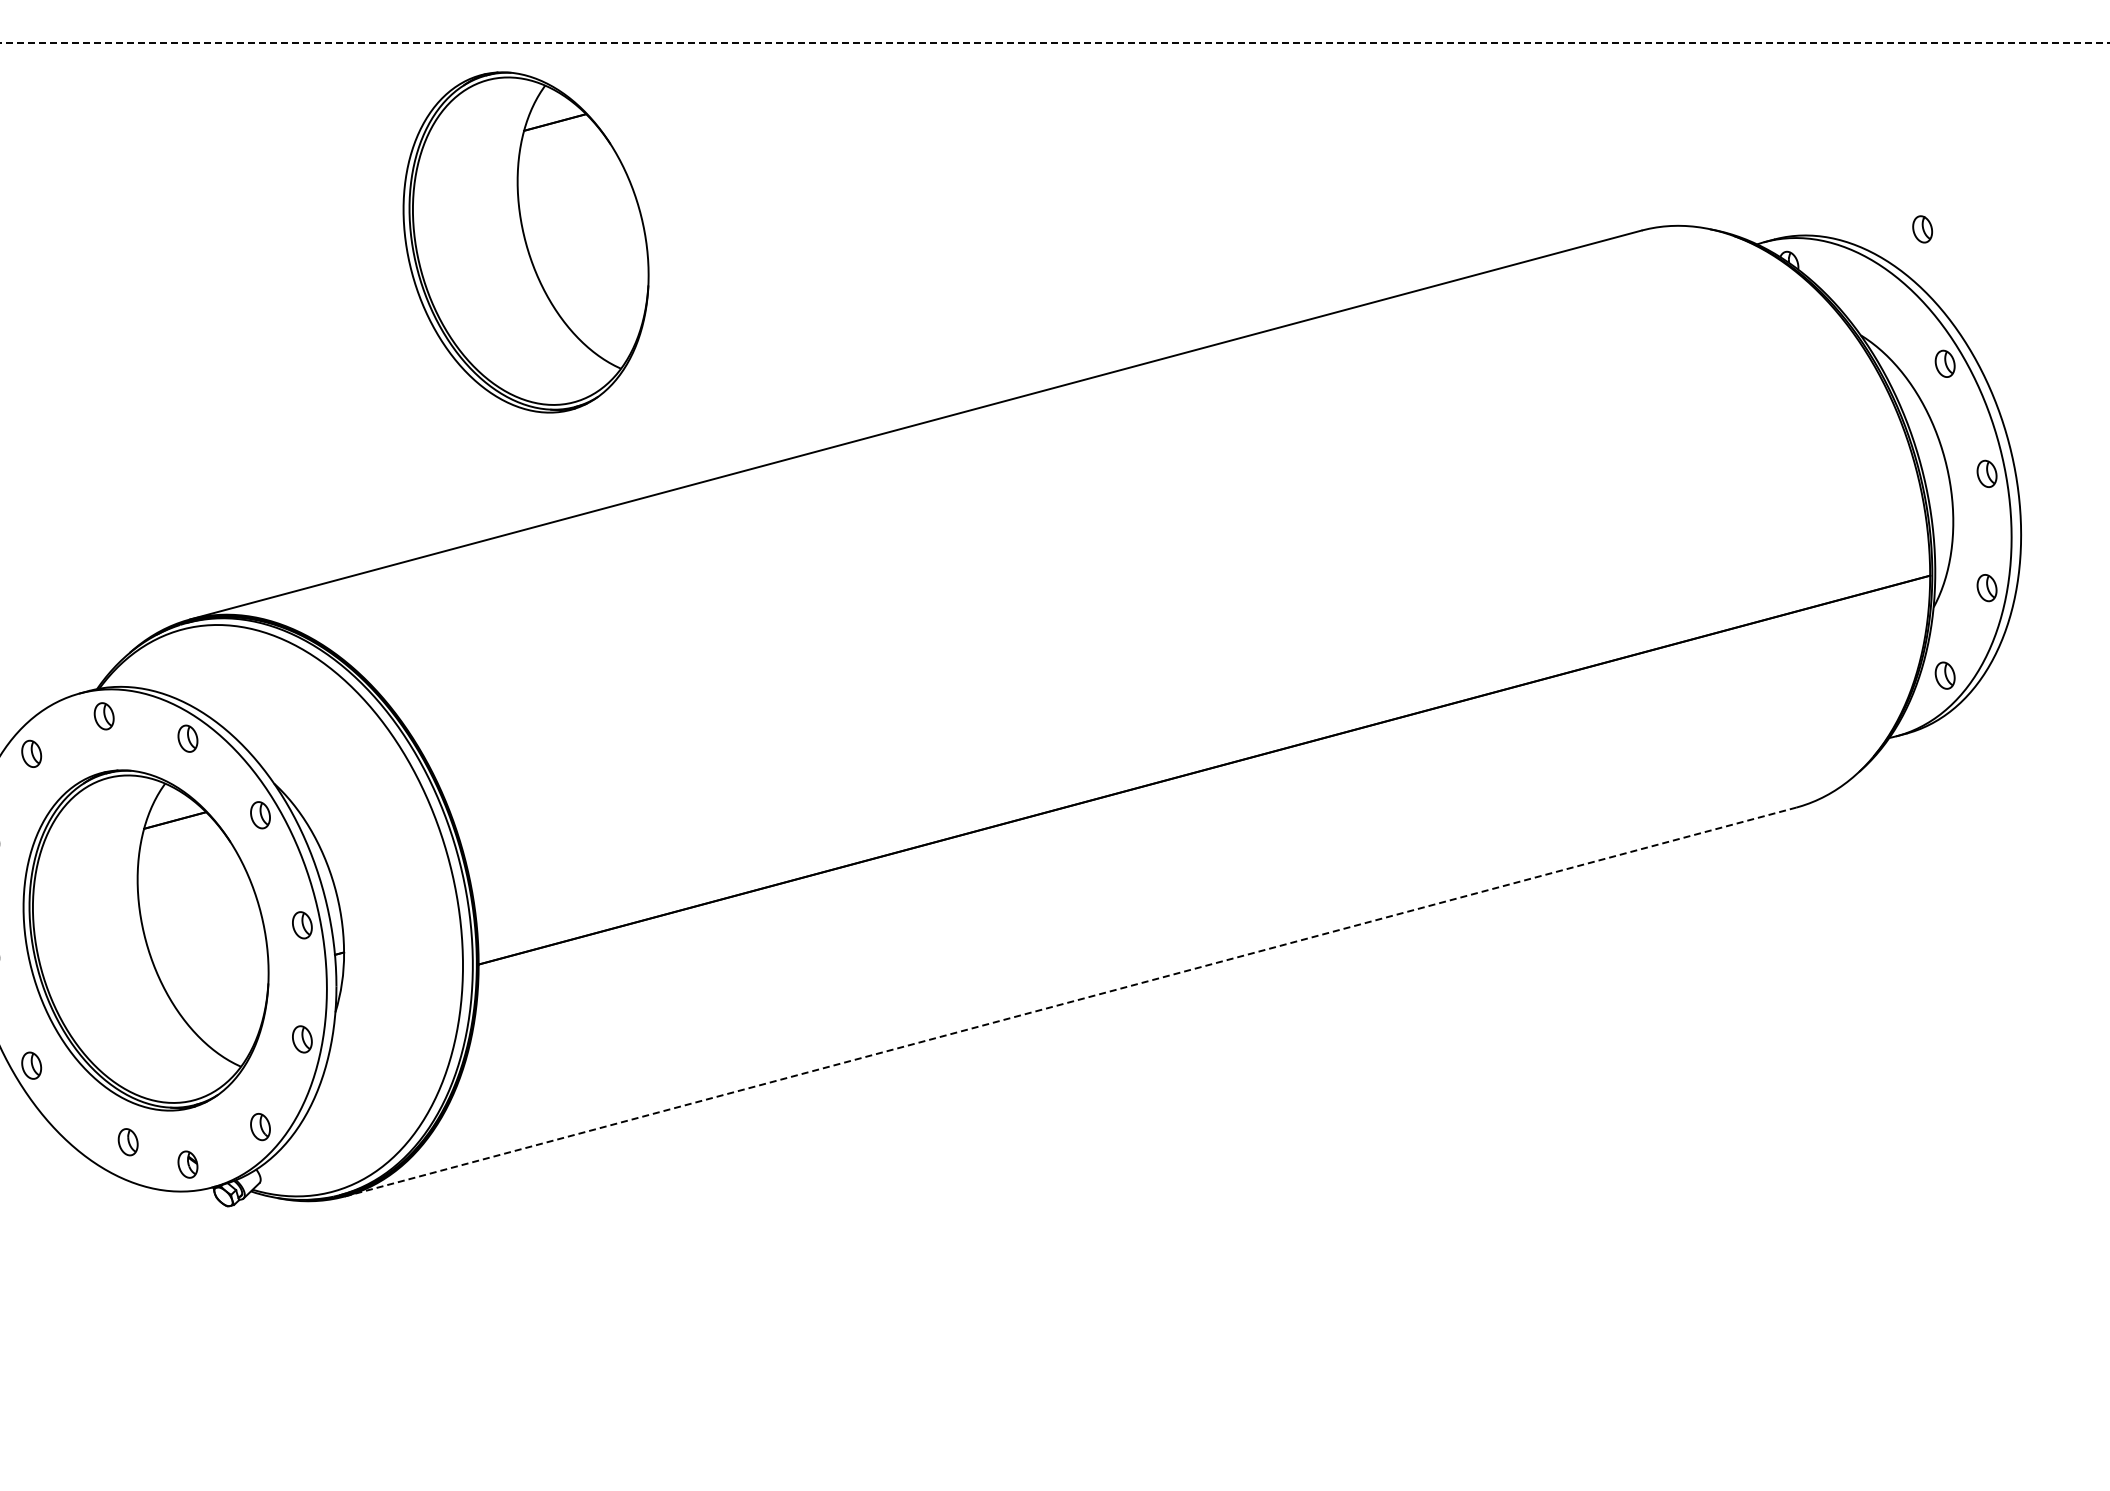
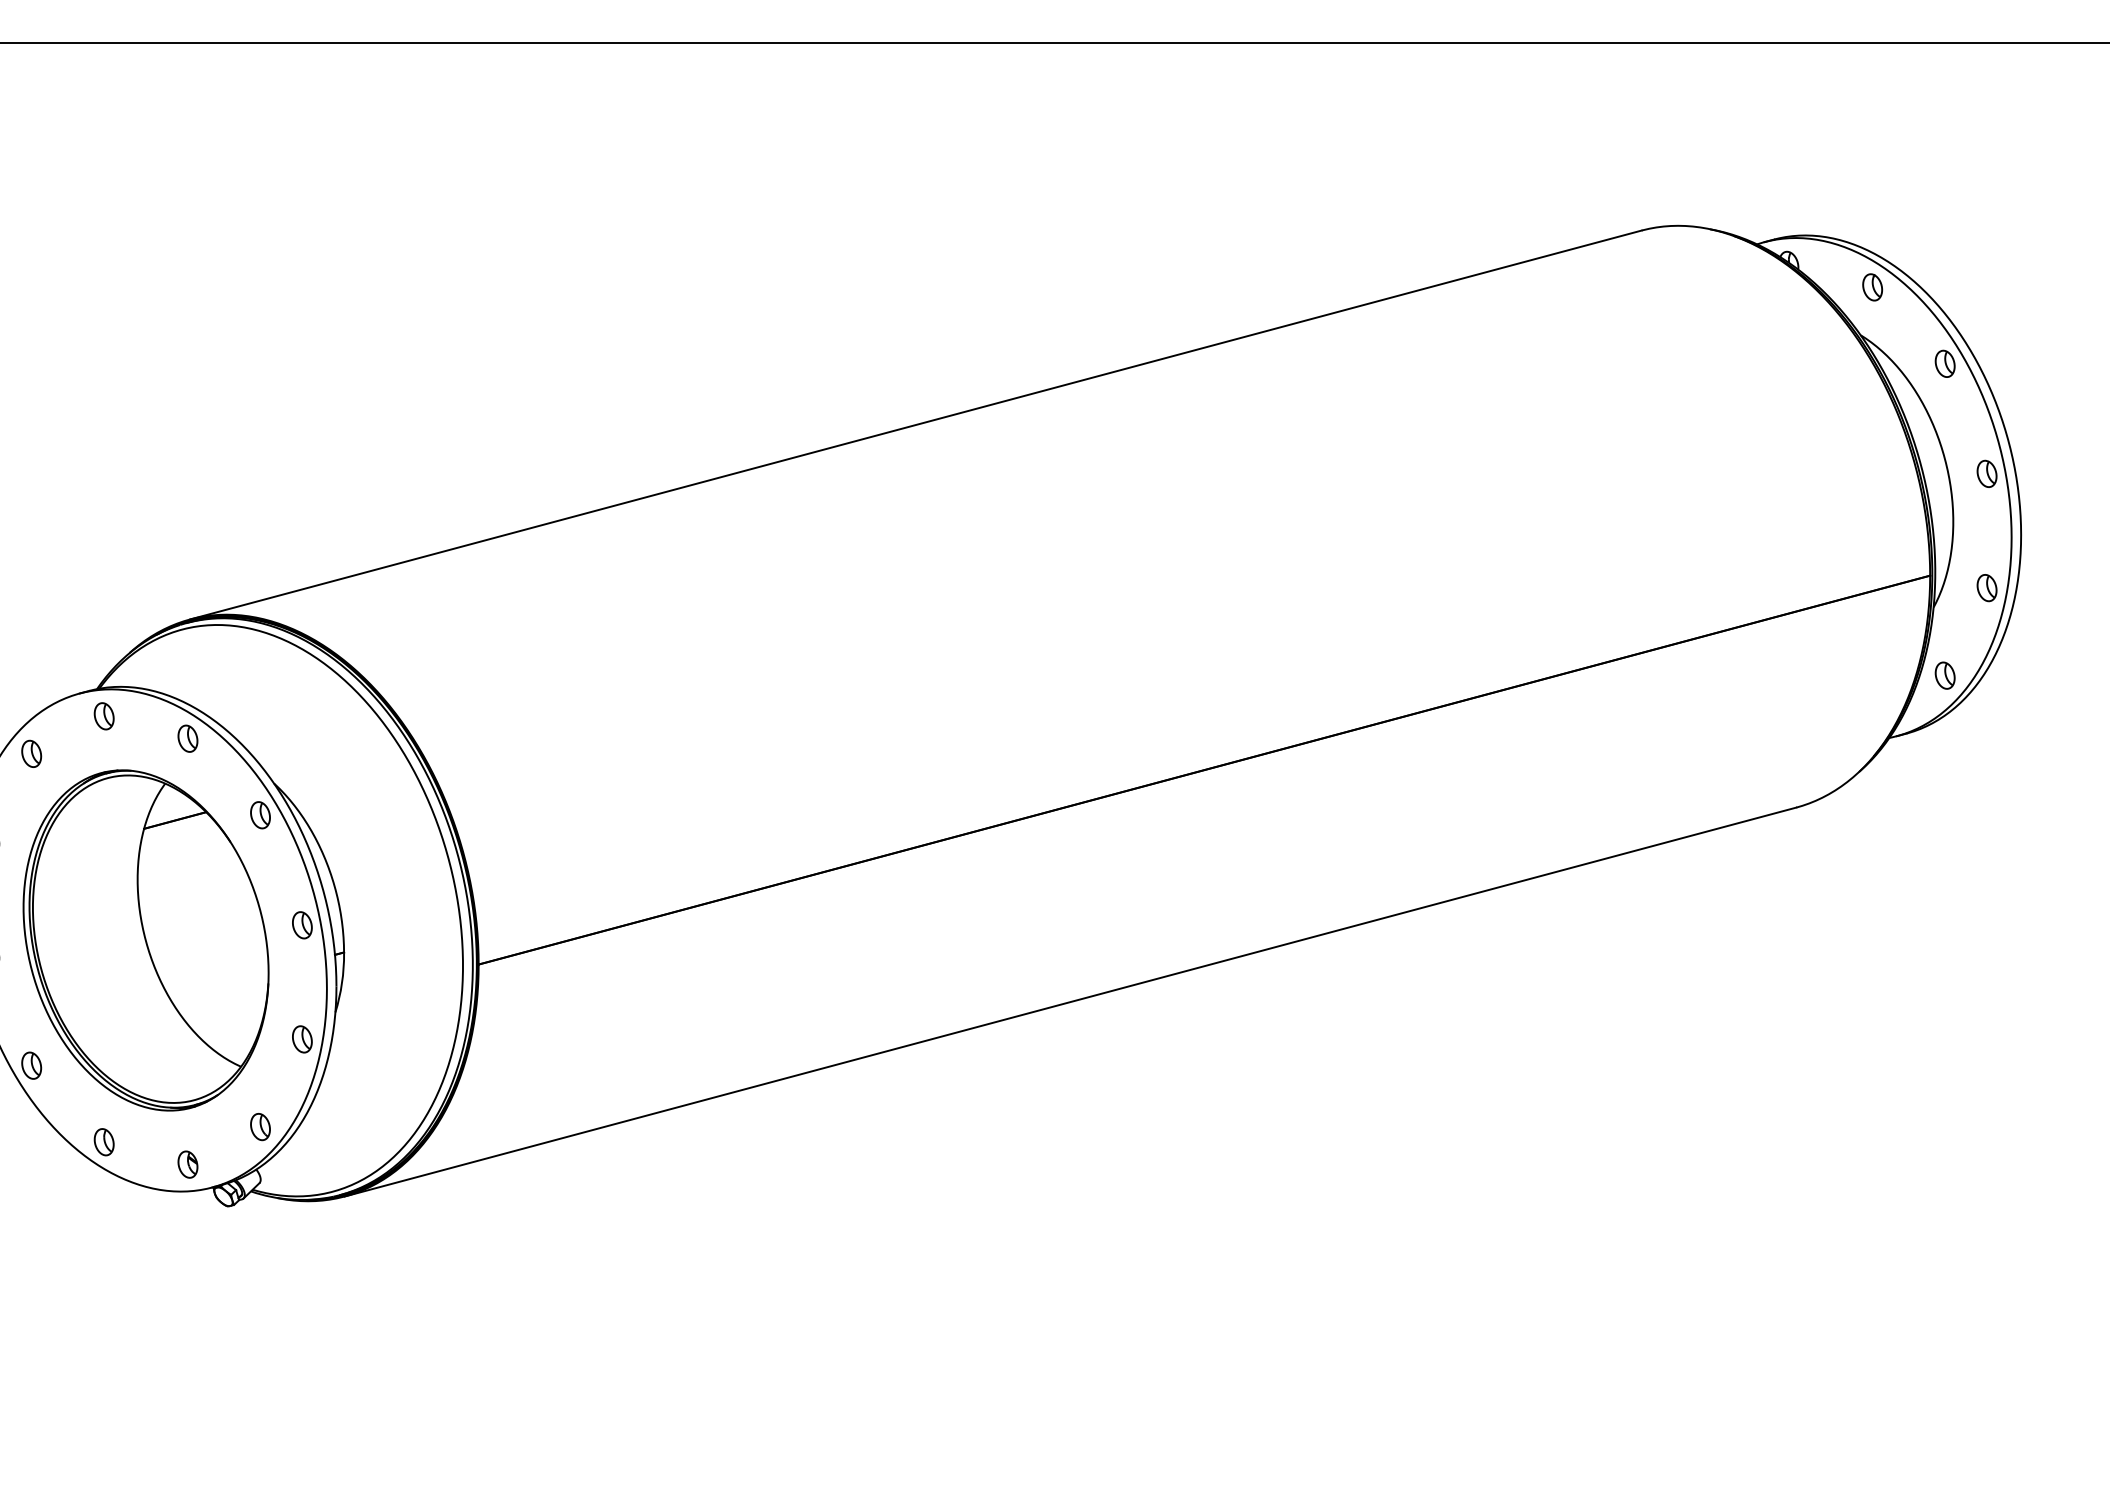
line at (1055, 42): dashed -> solid
part at (1922, 229) position: (1922, 229) -> (1872, 287)
part at (525, 242): present -> none
line at (1070, 1001): dashed -> solid
part at (127, 1142) position: (127, 1142) -> (103, 1142)
